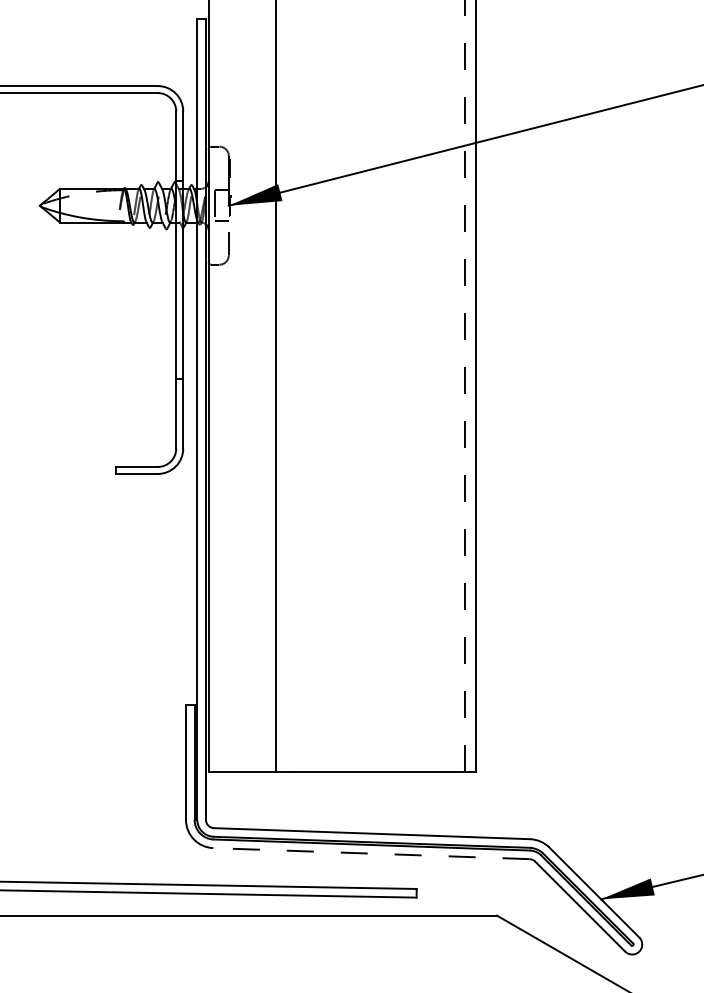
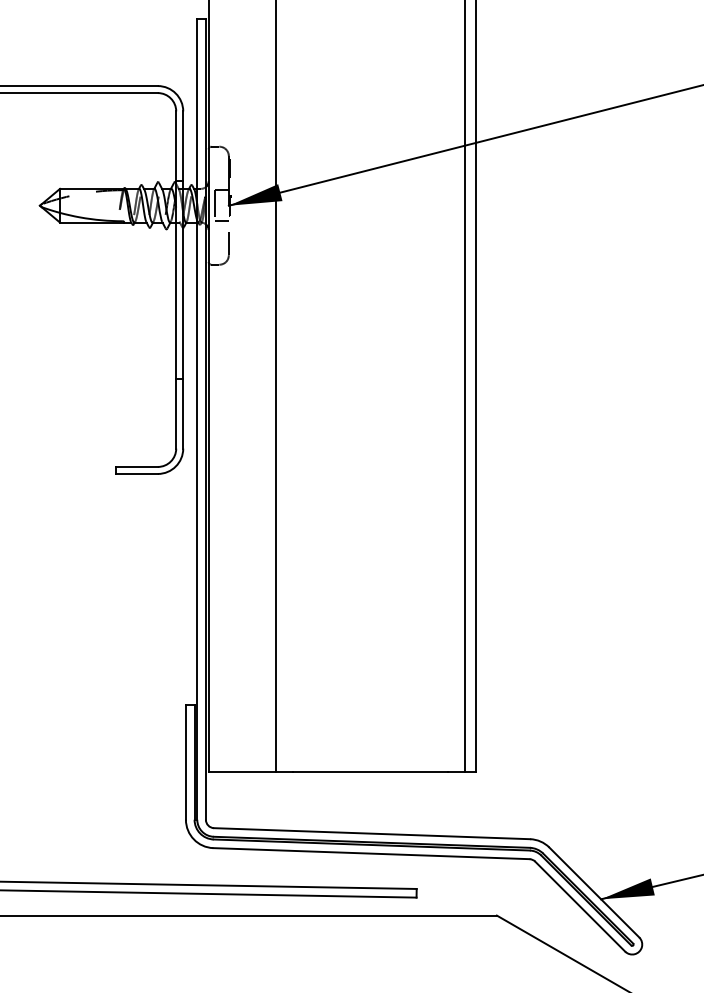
line at (464, 385): dashed -> solid
line at (370, 853): dashed -> solid
